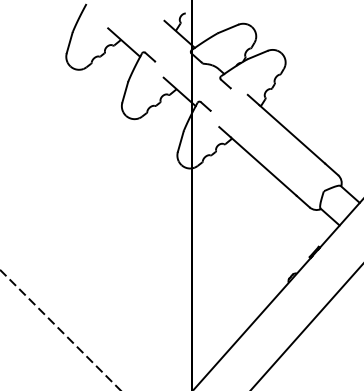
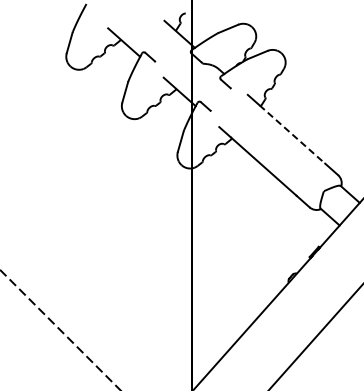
line at (292, 134): solid -> dashed
line at (306, 326) position: (306, 326) -> (315, 337)
